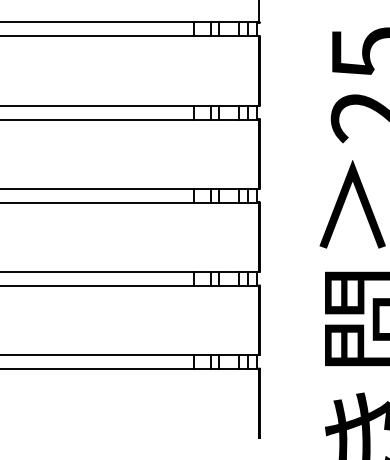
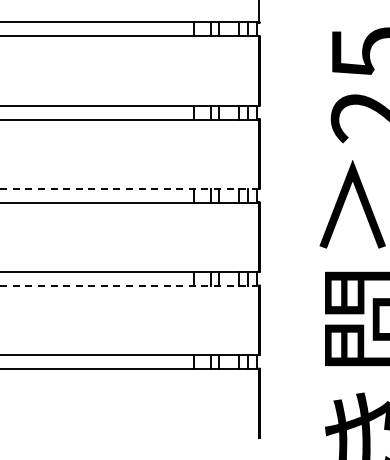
line at (129, 188): solid -> dashed
line at (129, 285): solid -> dashed
